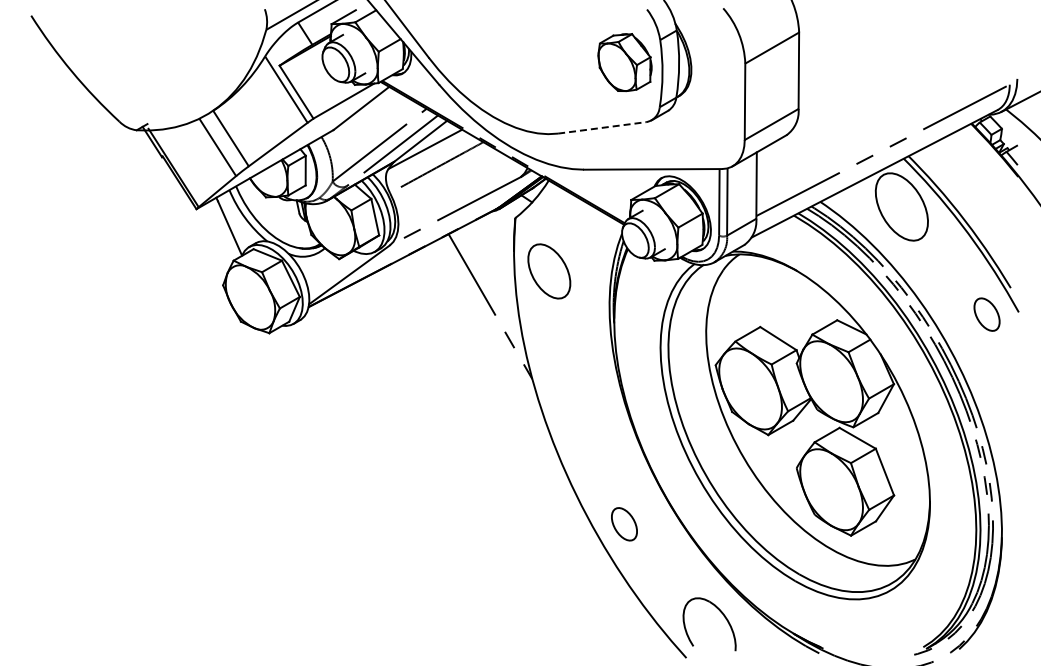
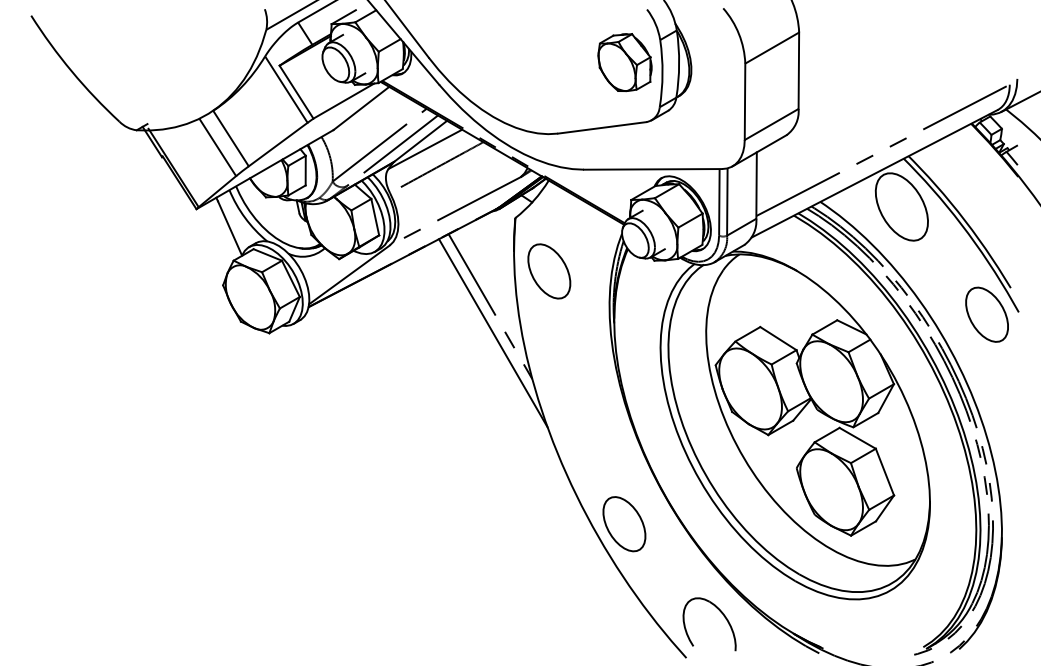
line at (602, 127): dashed -> solid
part at (986, 314) size: 28x35 px -> 44x57 px
line at (493, 333): none -> present
part at (624, 524) size: 27x35 px -> 45x57 px
